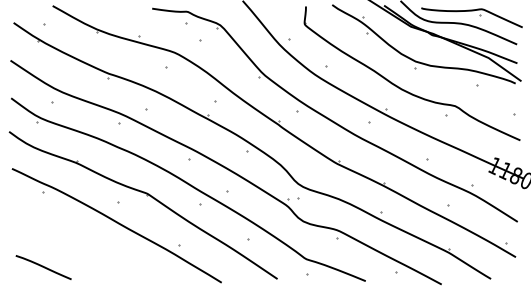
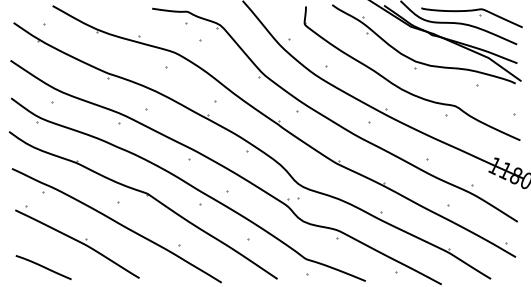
part at (77, 241): none -> present
